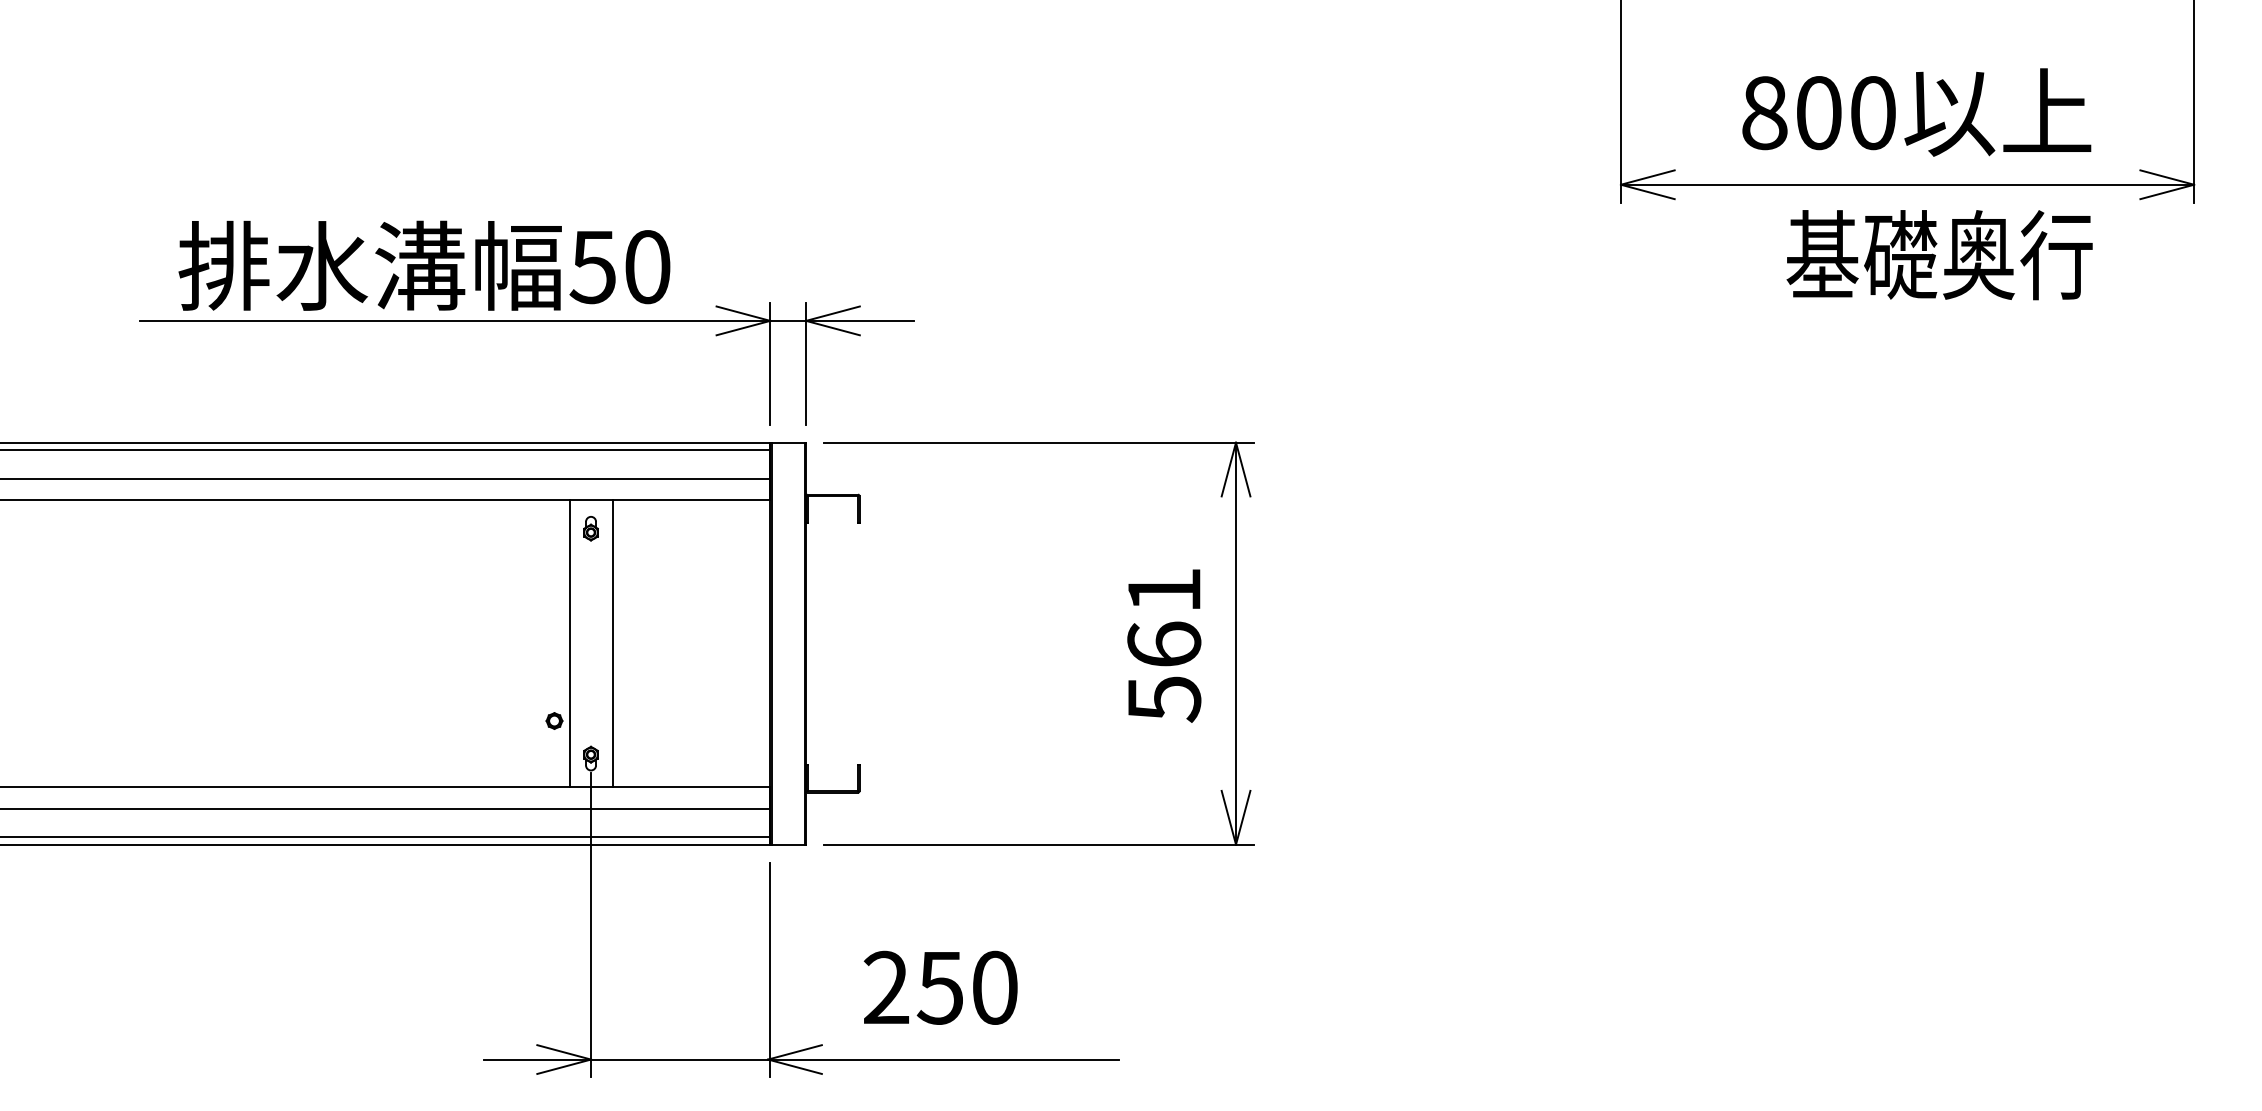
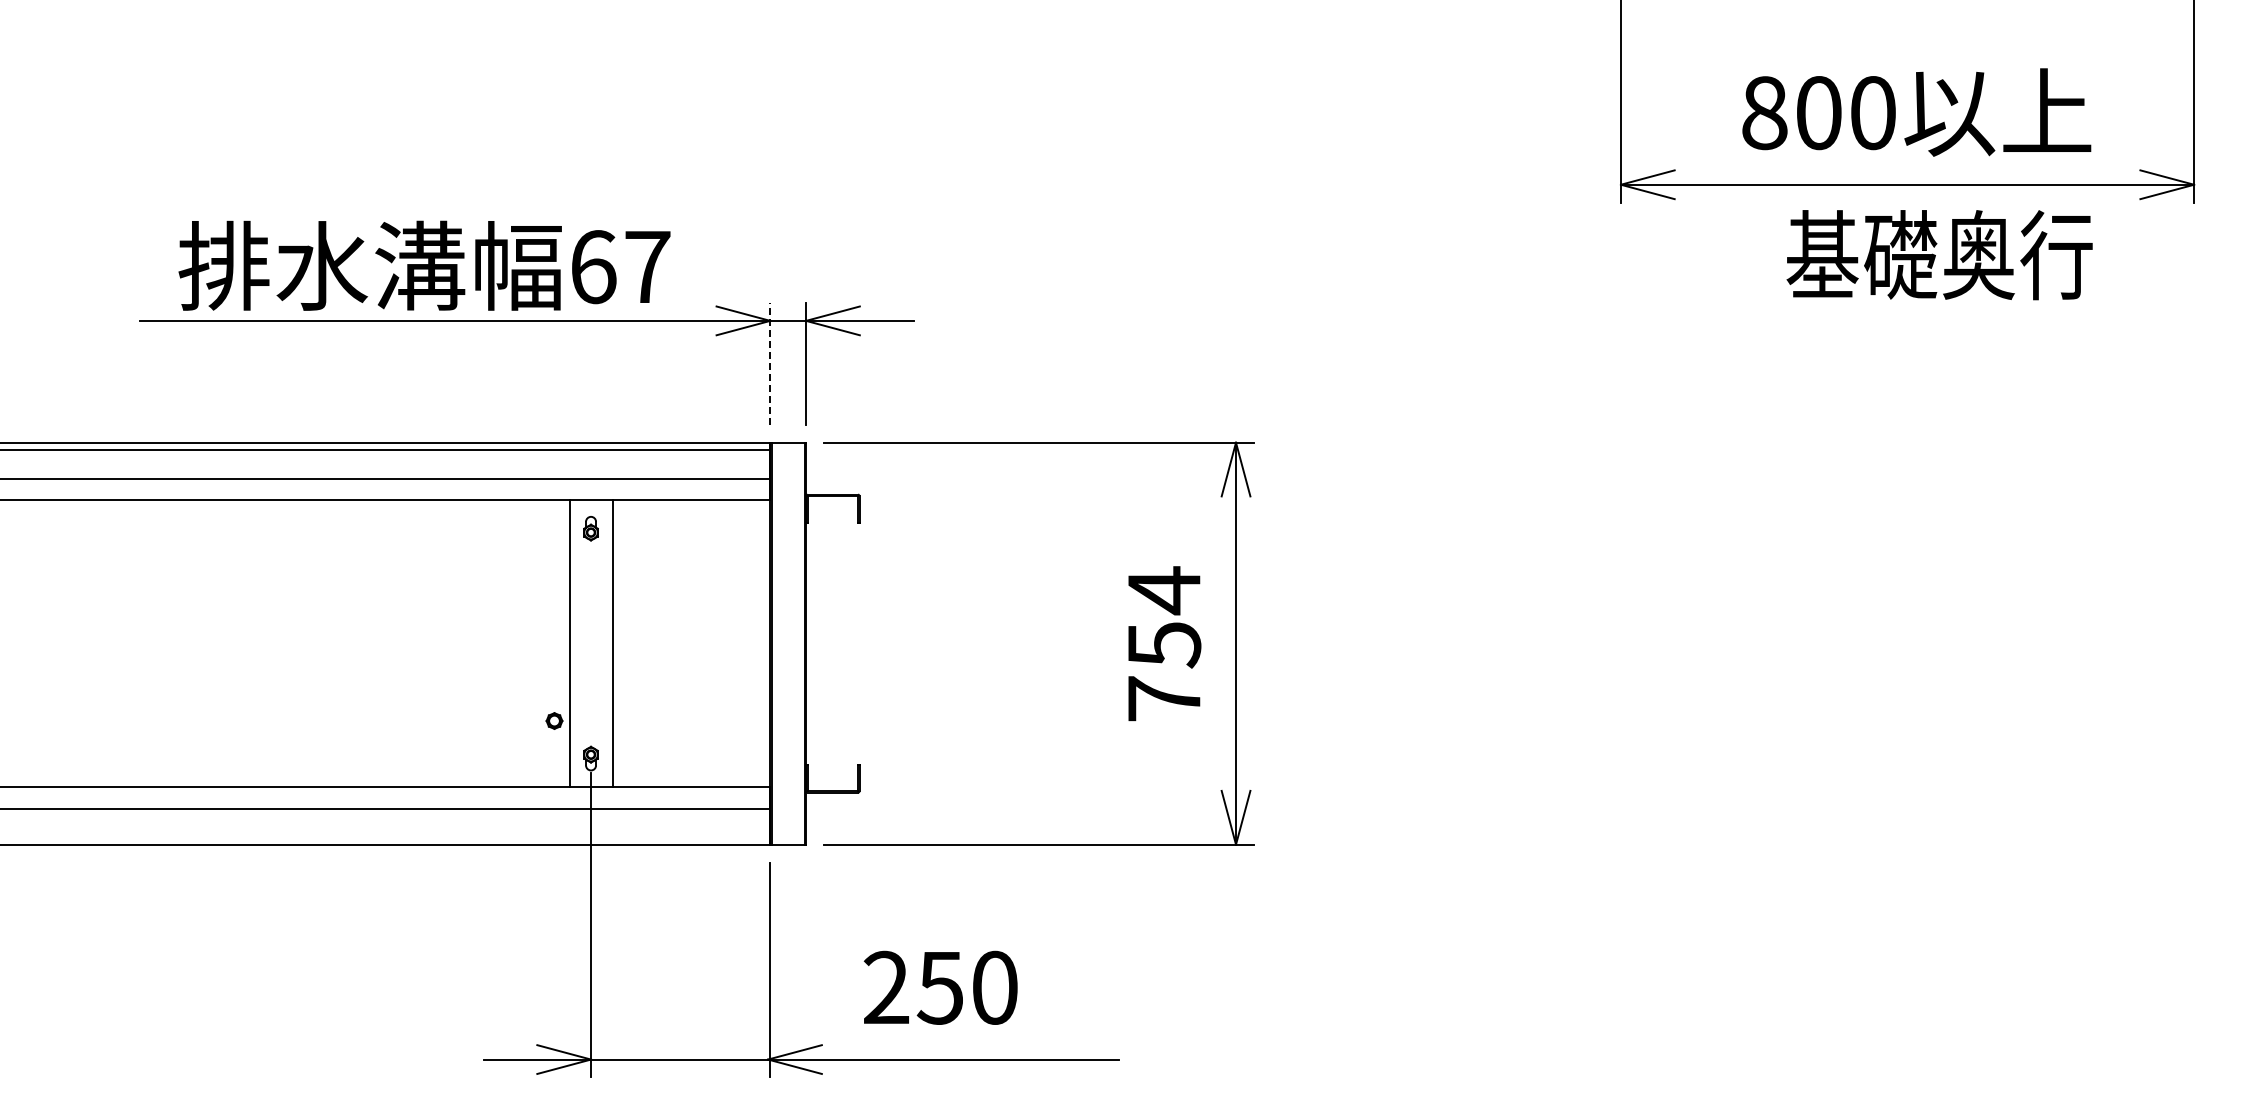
text at (619, 267): 50 -> 67
line at (770, 363): solid -> dashed
text at (1164, 644): 561 -> 754
line at (386, 837): present -> none
